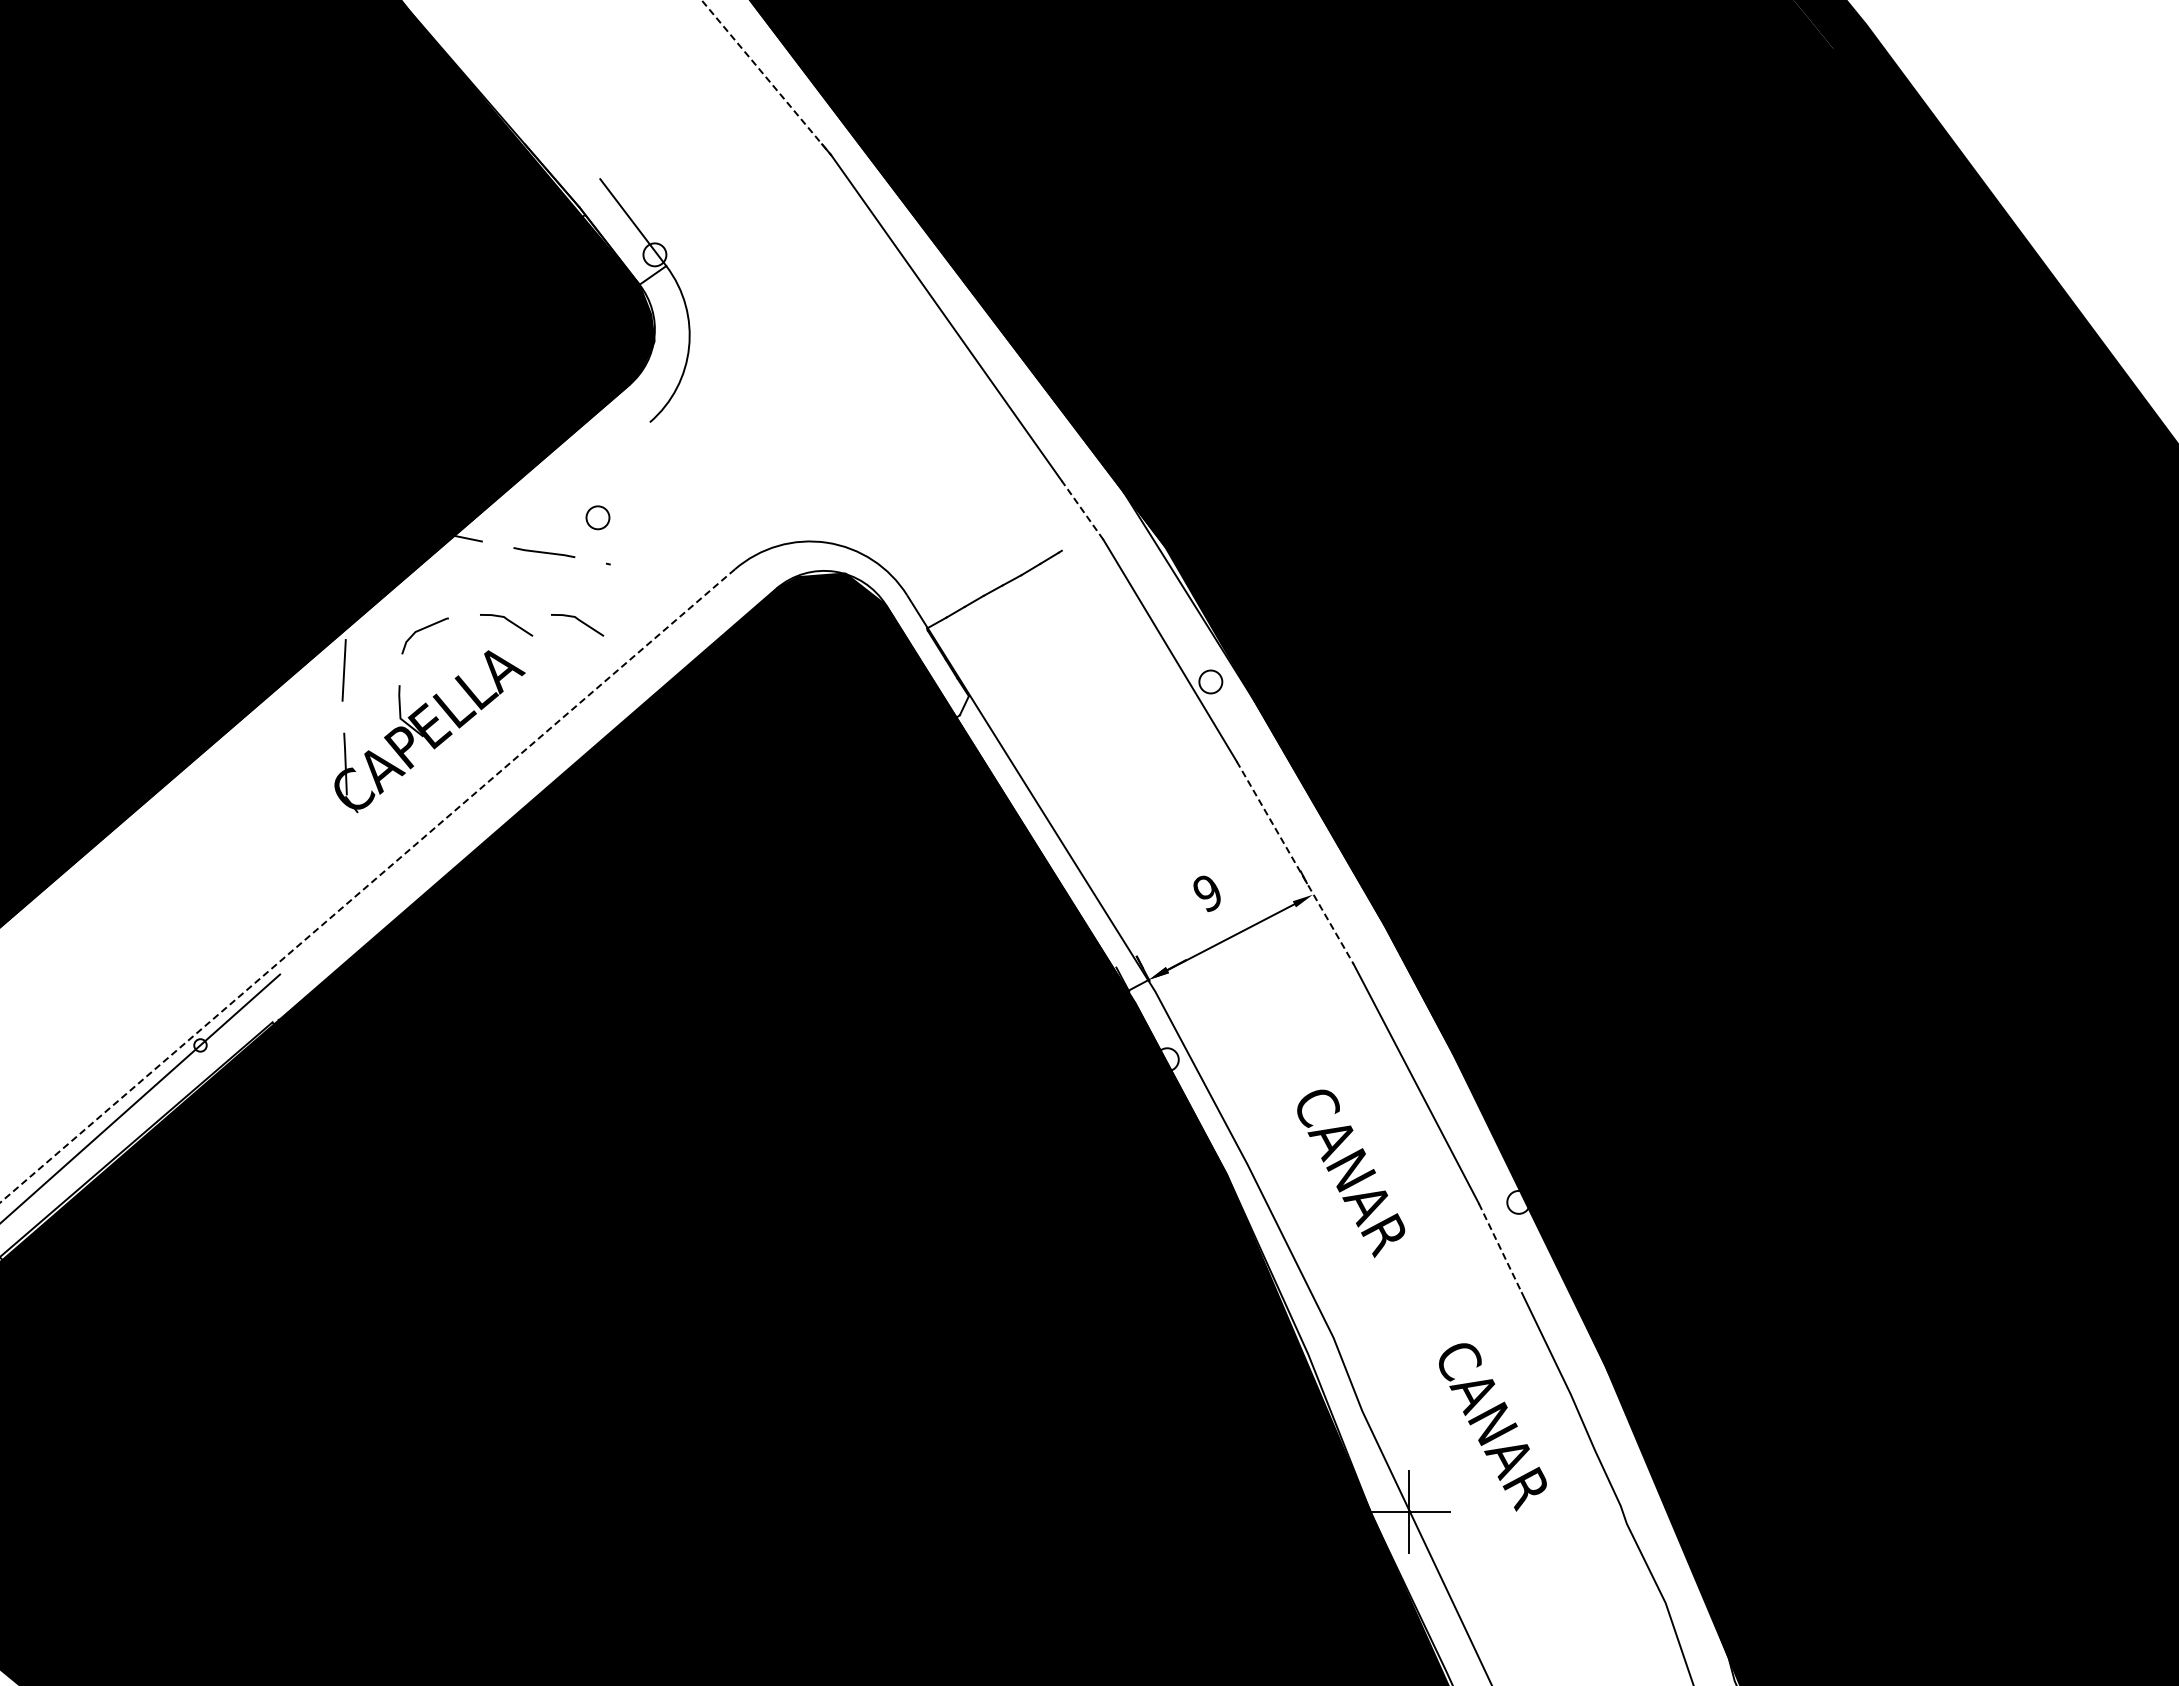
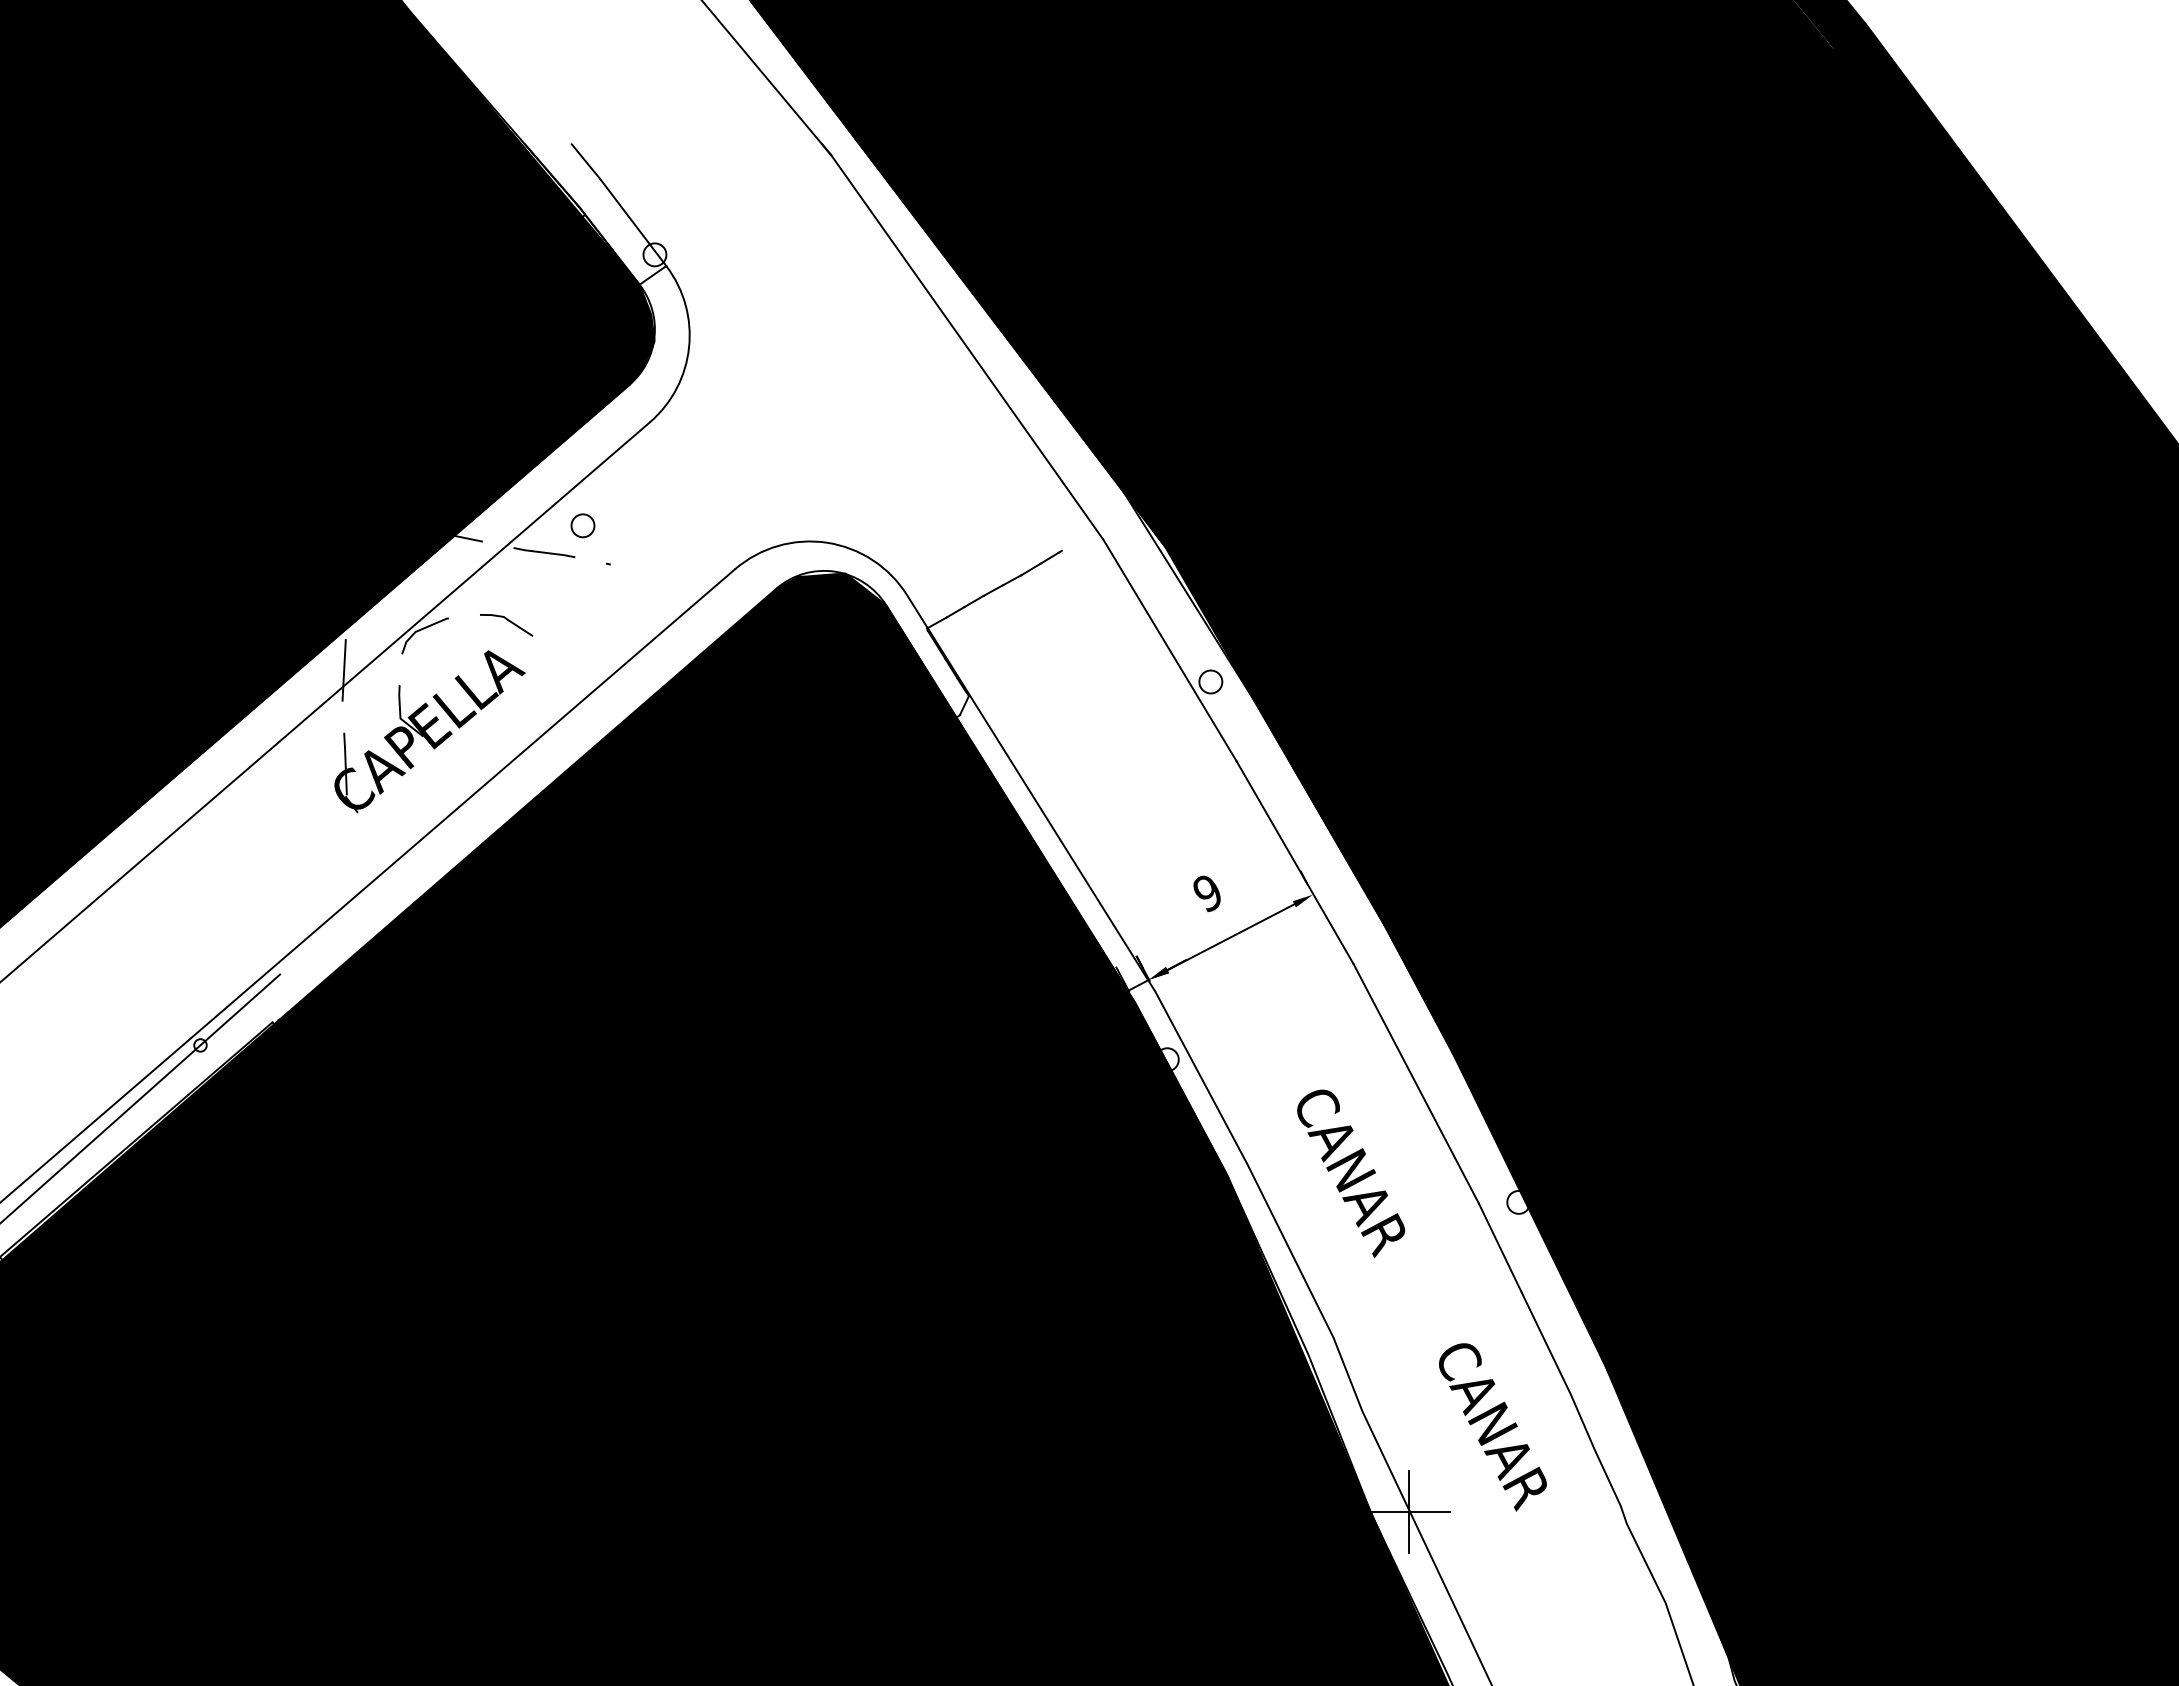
line at (766, 77): dashed -> solid
line at (585, 161): none -> present
line at (1082, 510): dashed -> solid
part at (597, 517) position: (597, 517) -> (582, 525)
line at (579, 621): present -> none
line at (325, 701): none -> present
line at (1295, 862): dashed -> solid
line at (367, 885): dashed -> solid
line at (1500, 1248): dashed -> solid
